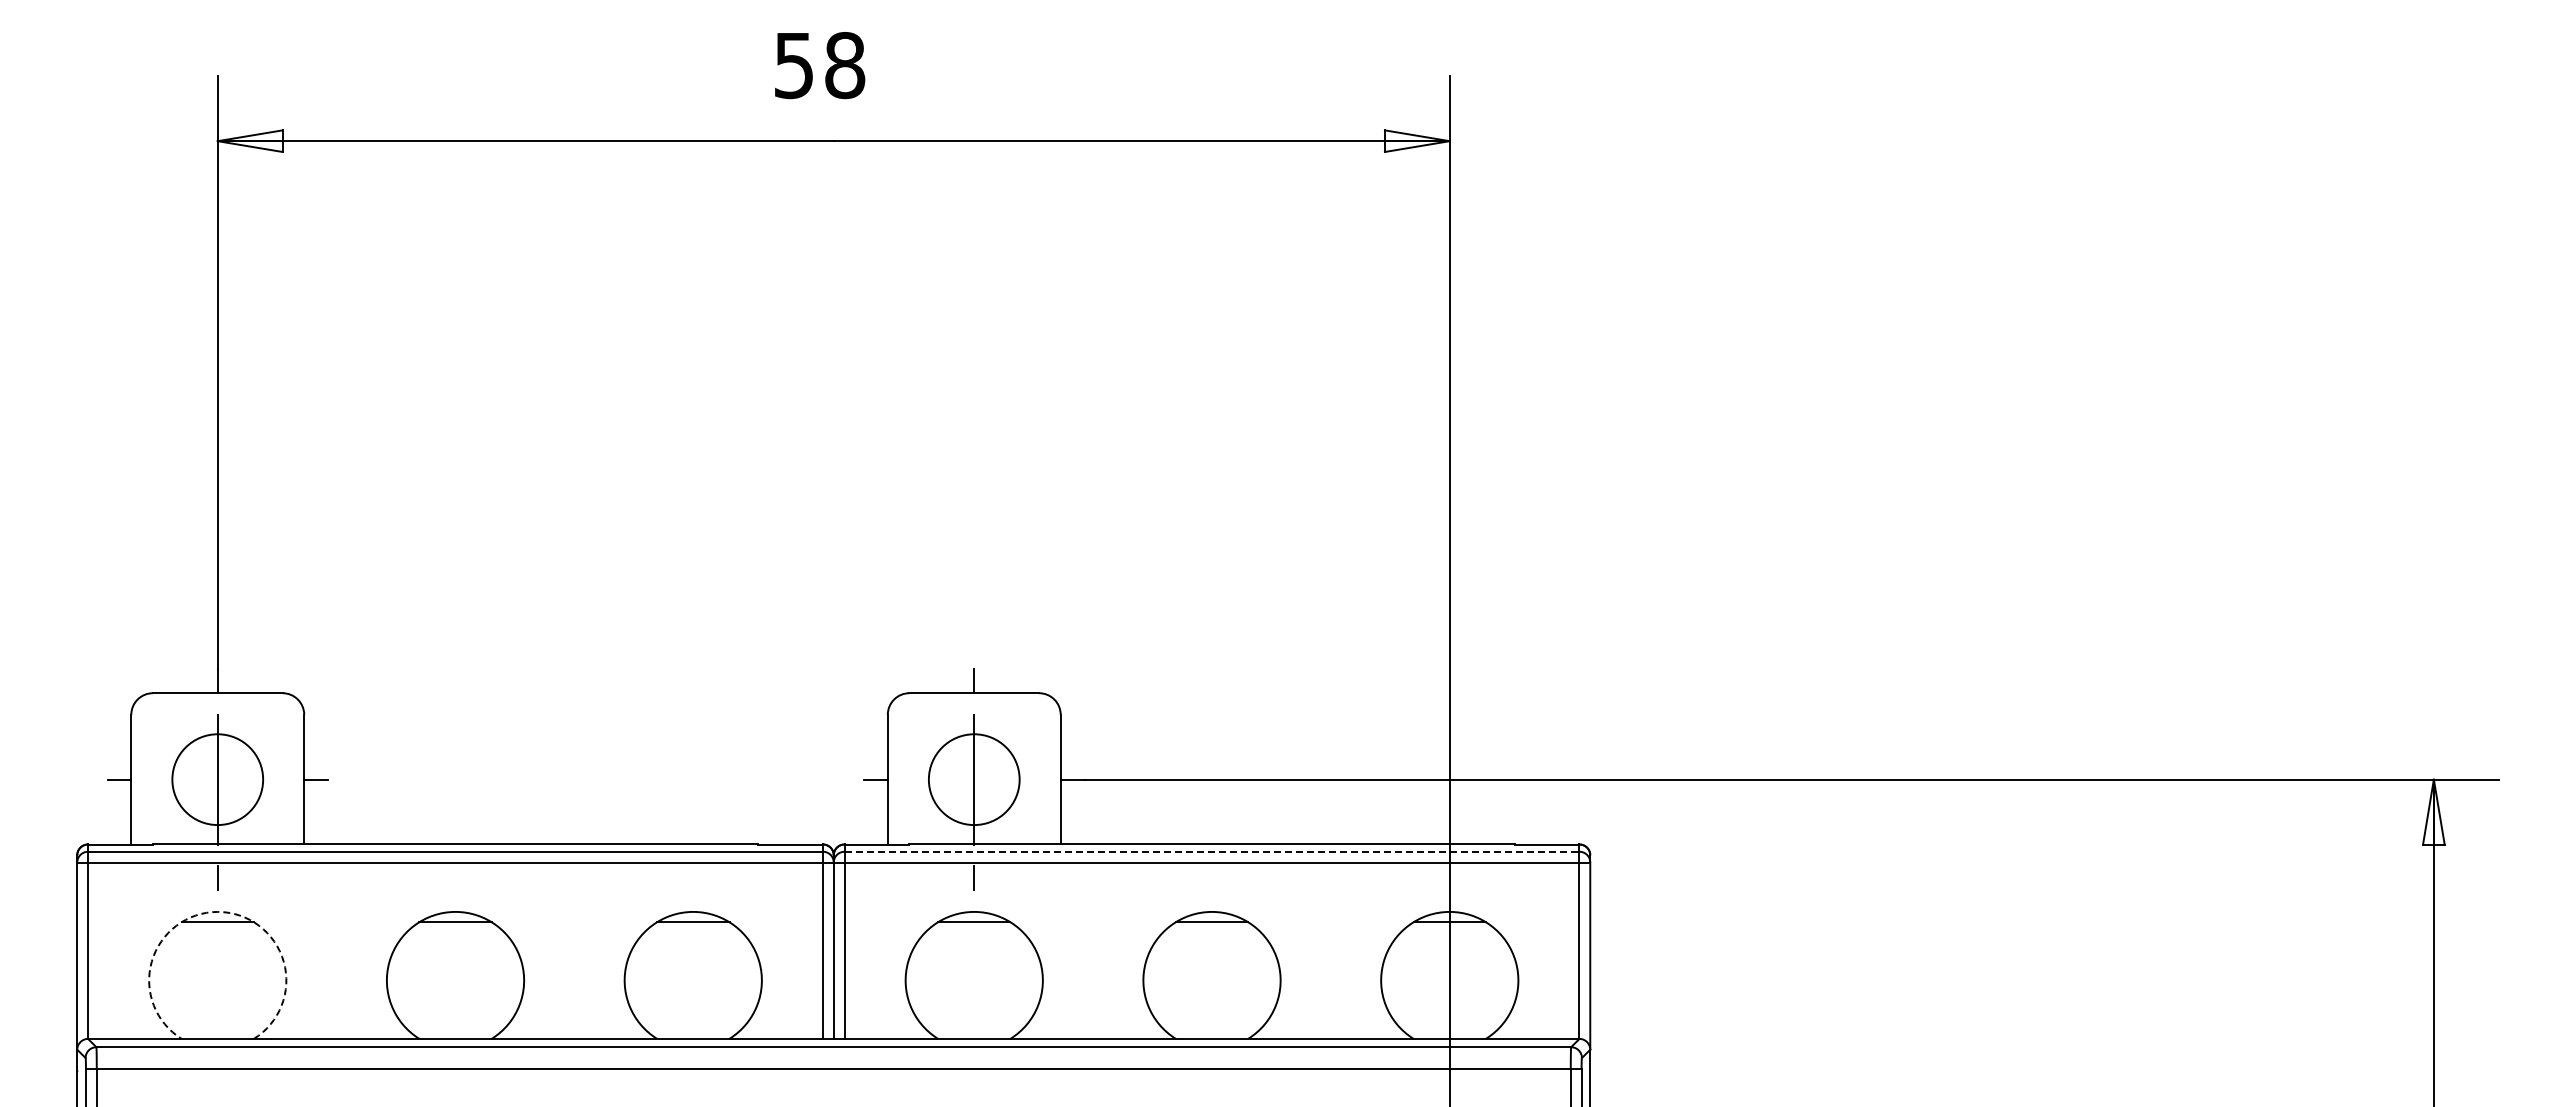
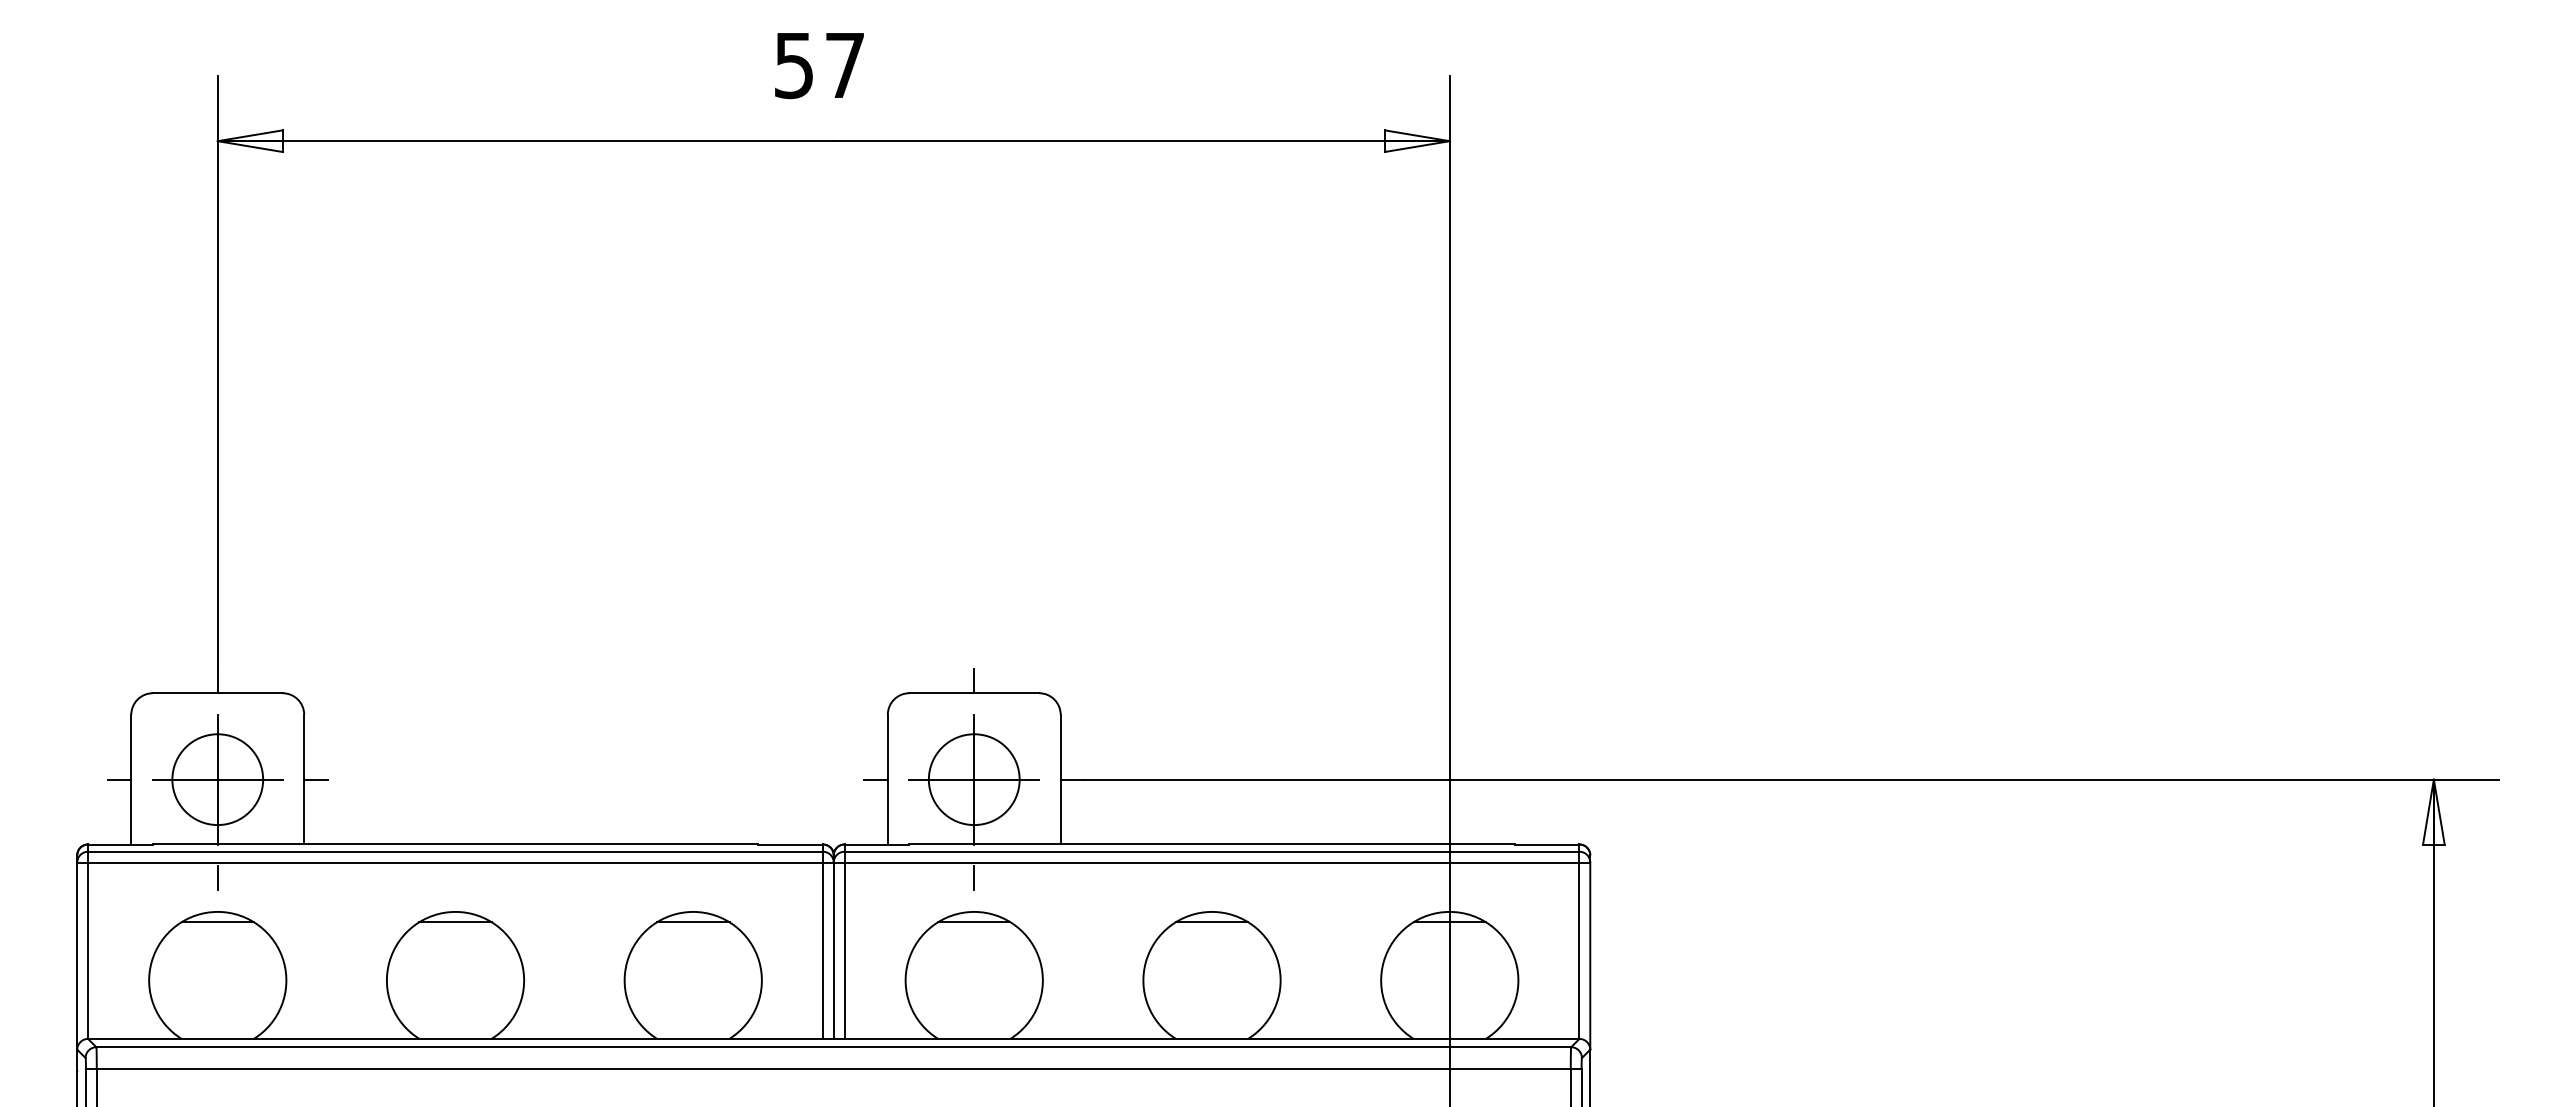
text at (845, 65): 58 -> 57
line at (217, 779): none -> present
line at (974, 779): none -> present
line at (1212, 851): dashed -> solid
arc at (217, 911): dashed -> solid
